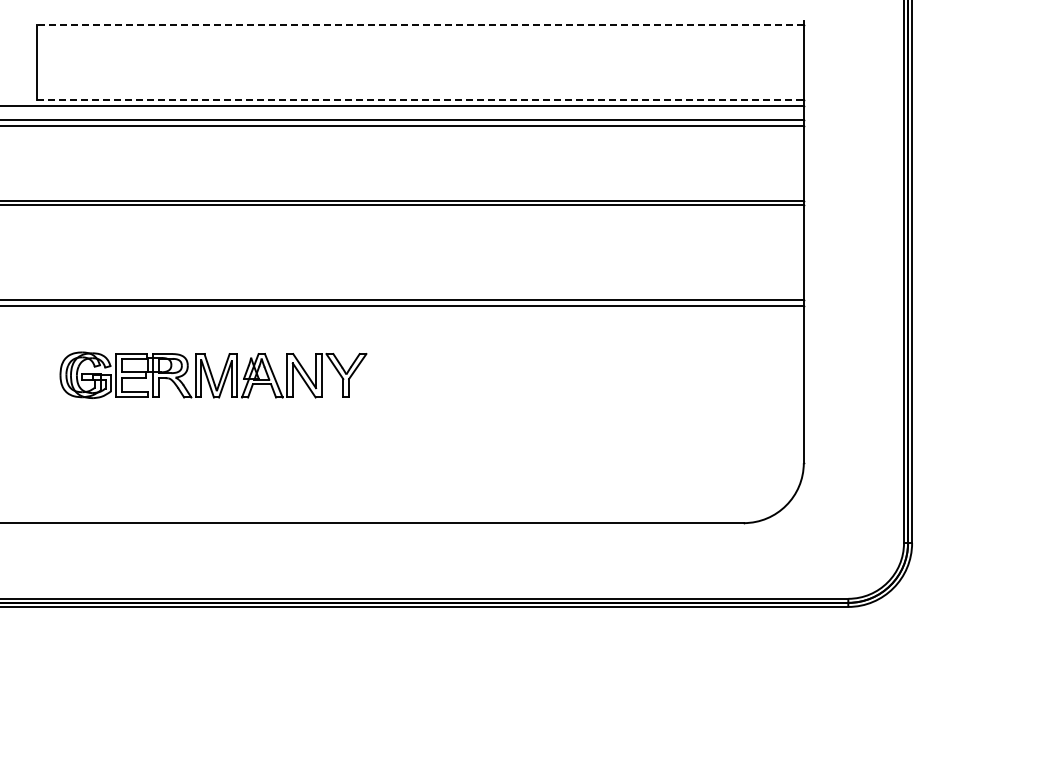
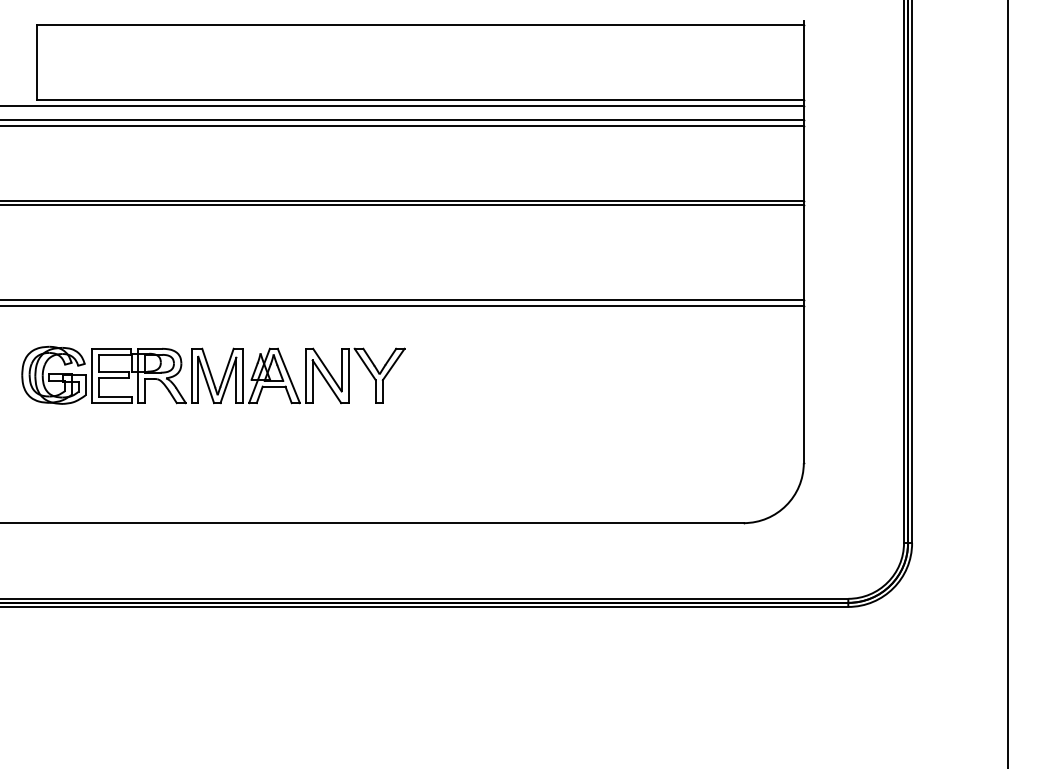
line at (420, 25): dashed -> solid
line at (420, 100): dashed -> solid
part at (213, 374) size: 309x48 px -> 385x60 px
line at (1007, 383): none -> present
